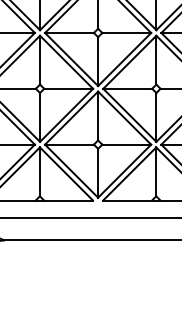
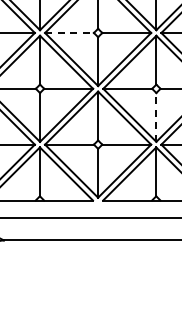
line at (70, 32): solid -> dashed
line at (156, 116): solid -> dashed
